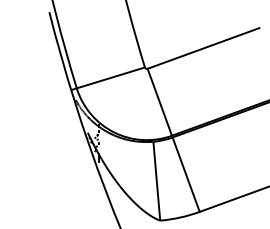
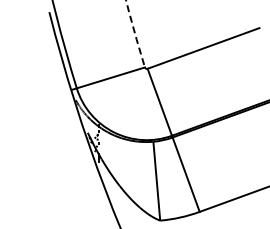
arc at (135, 34): solid -> dashed
